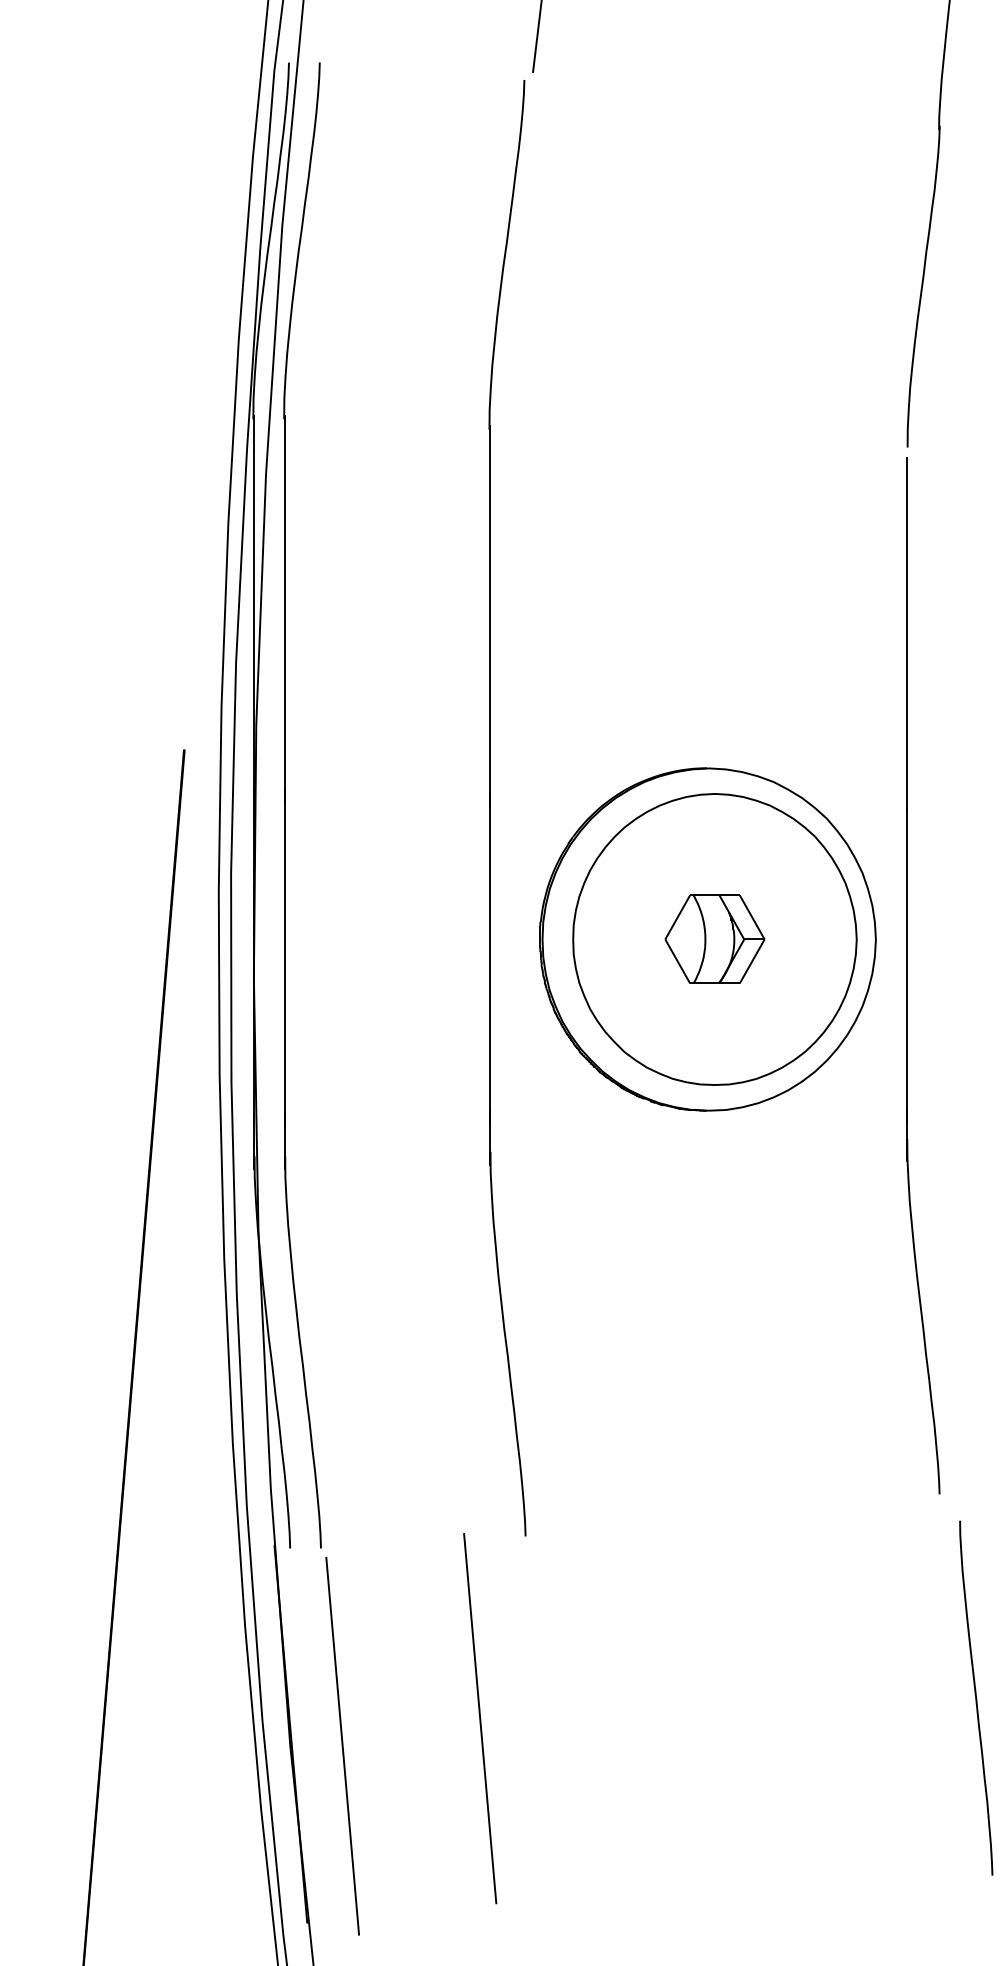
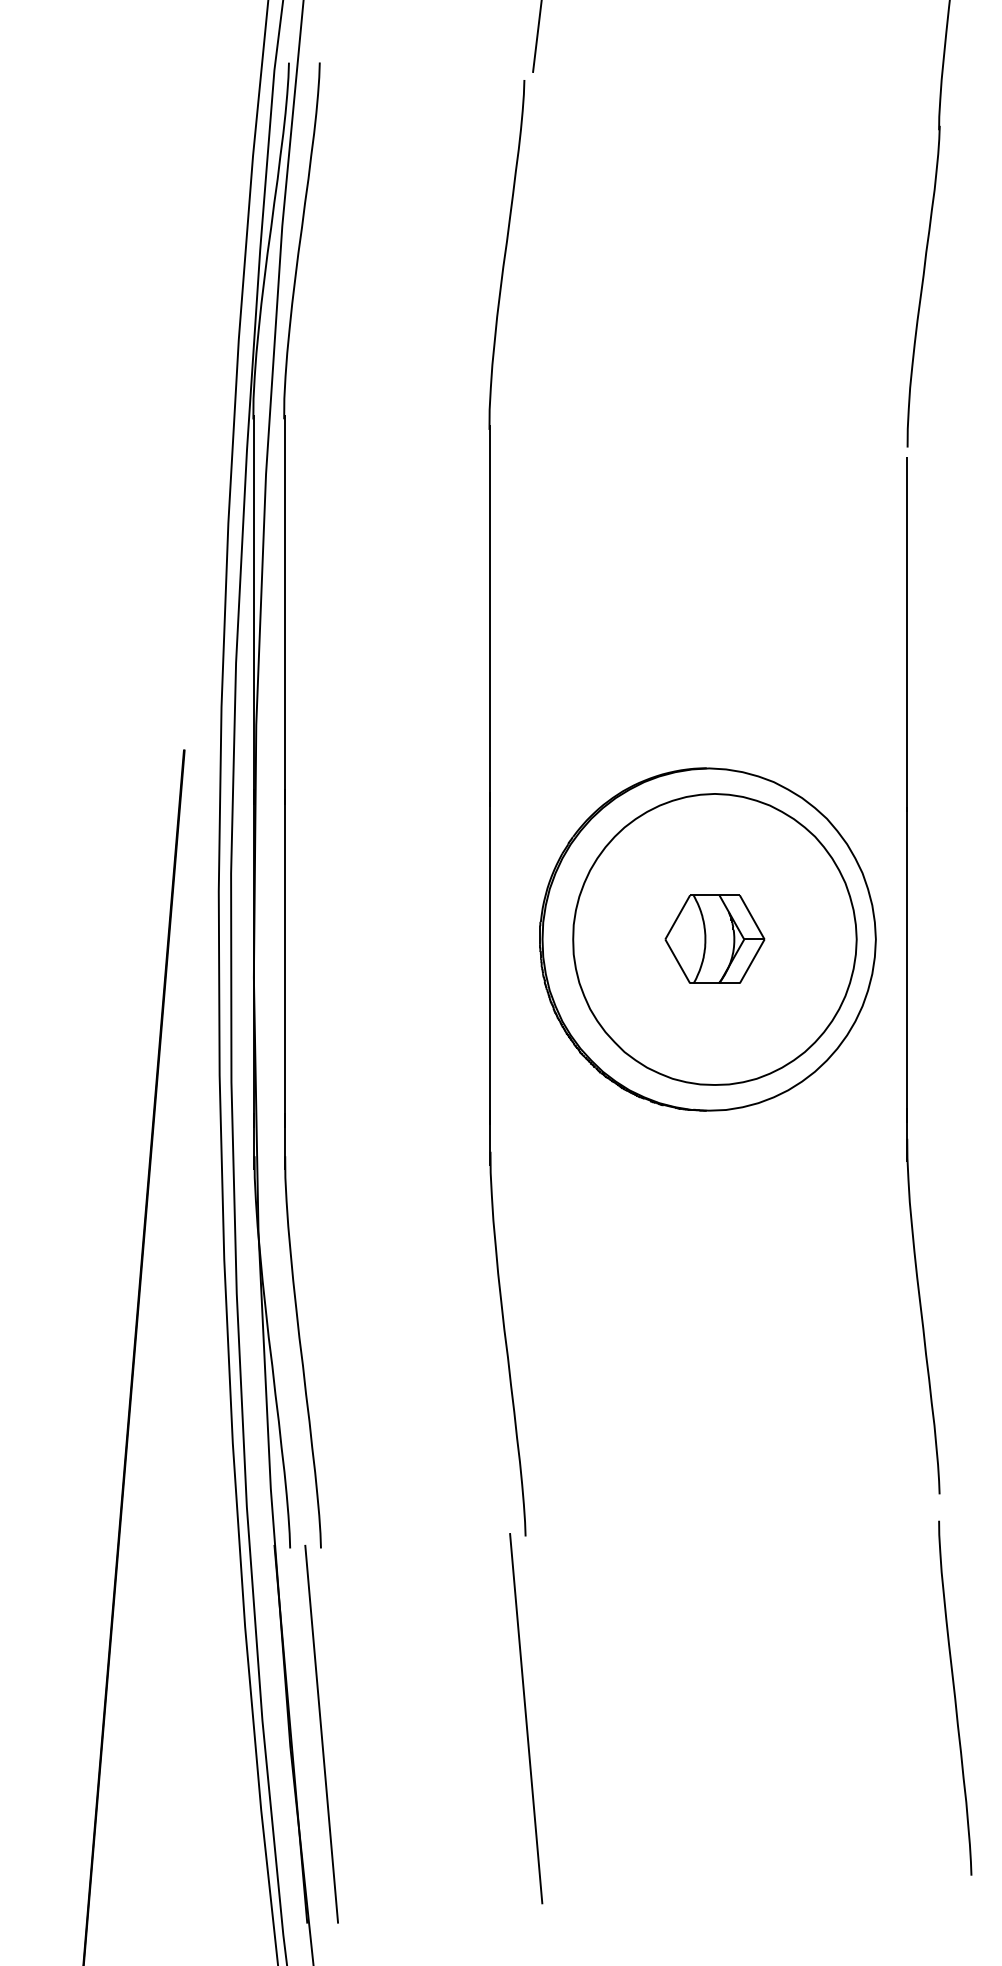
curve at (976, 1697) position: (976, 1697) -> (955, 1697)
line at (480, 1718) position: (480, 1718) -> (526, 1718)
line at (342, 1745) position: (342, 1745) -> (321, 1733)
